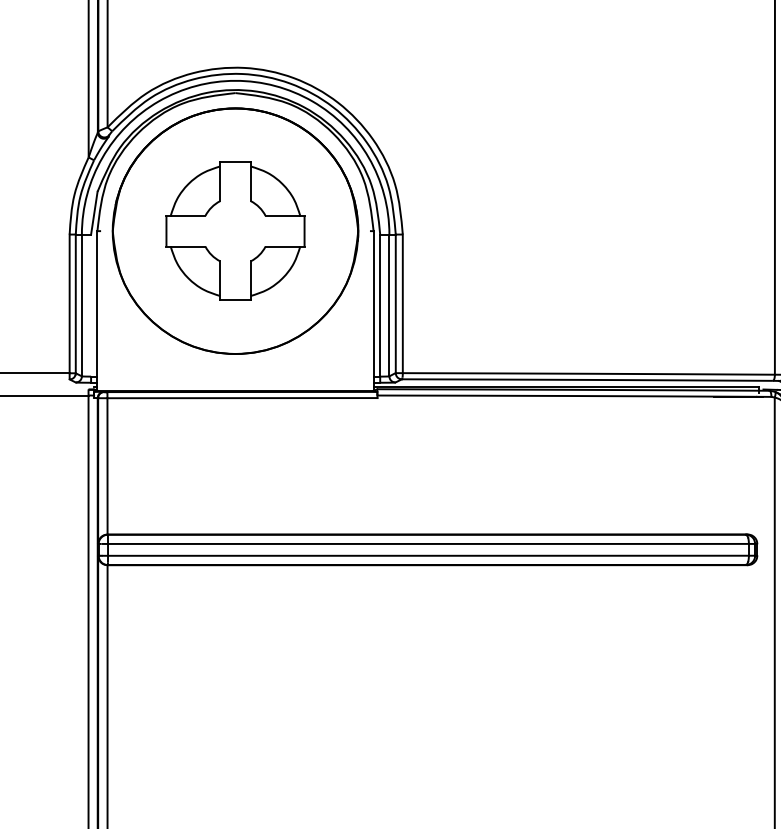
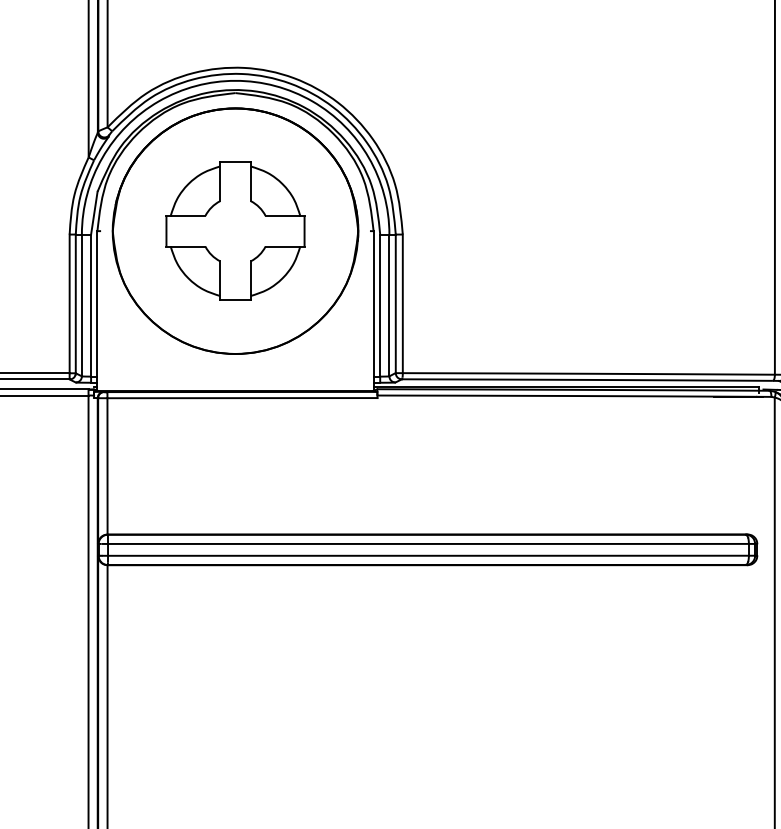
line at (91, 305): none -> present
line at (35, 379): none -> present
line at (45, 389): none -> present
